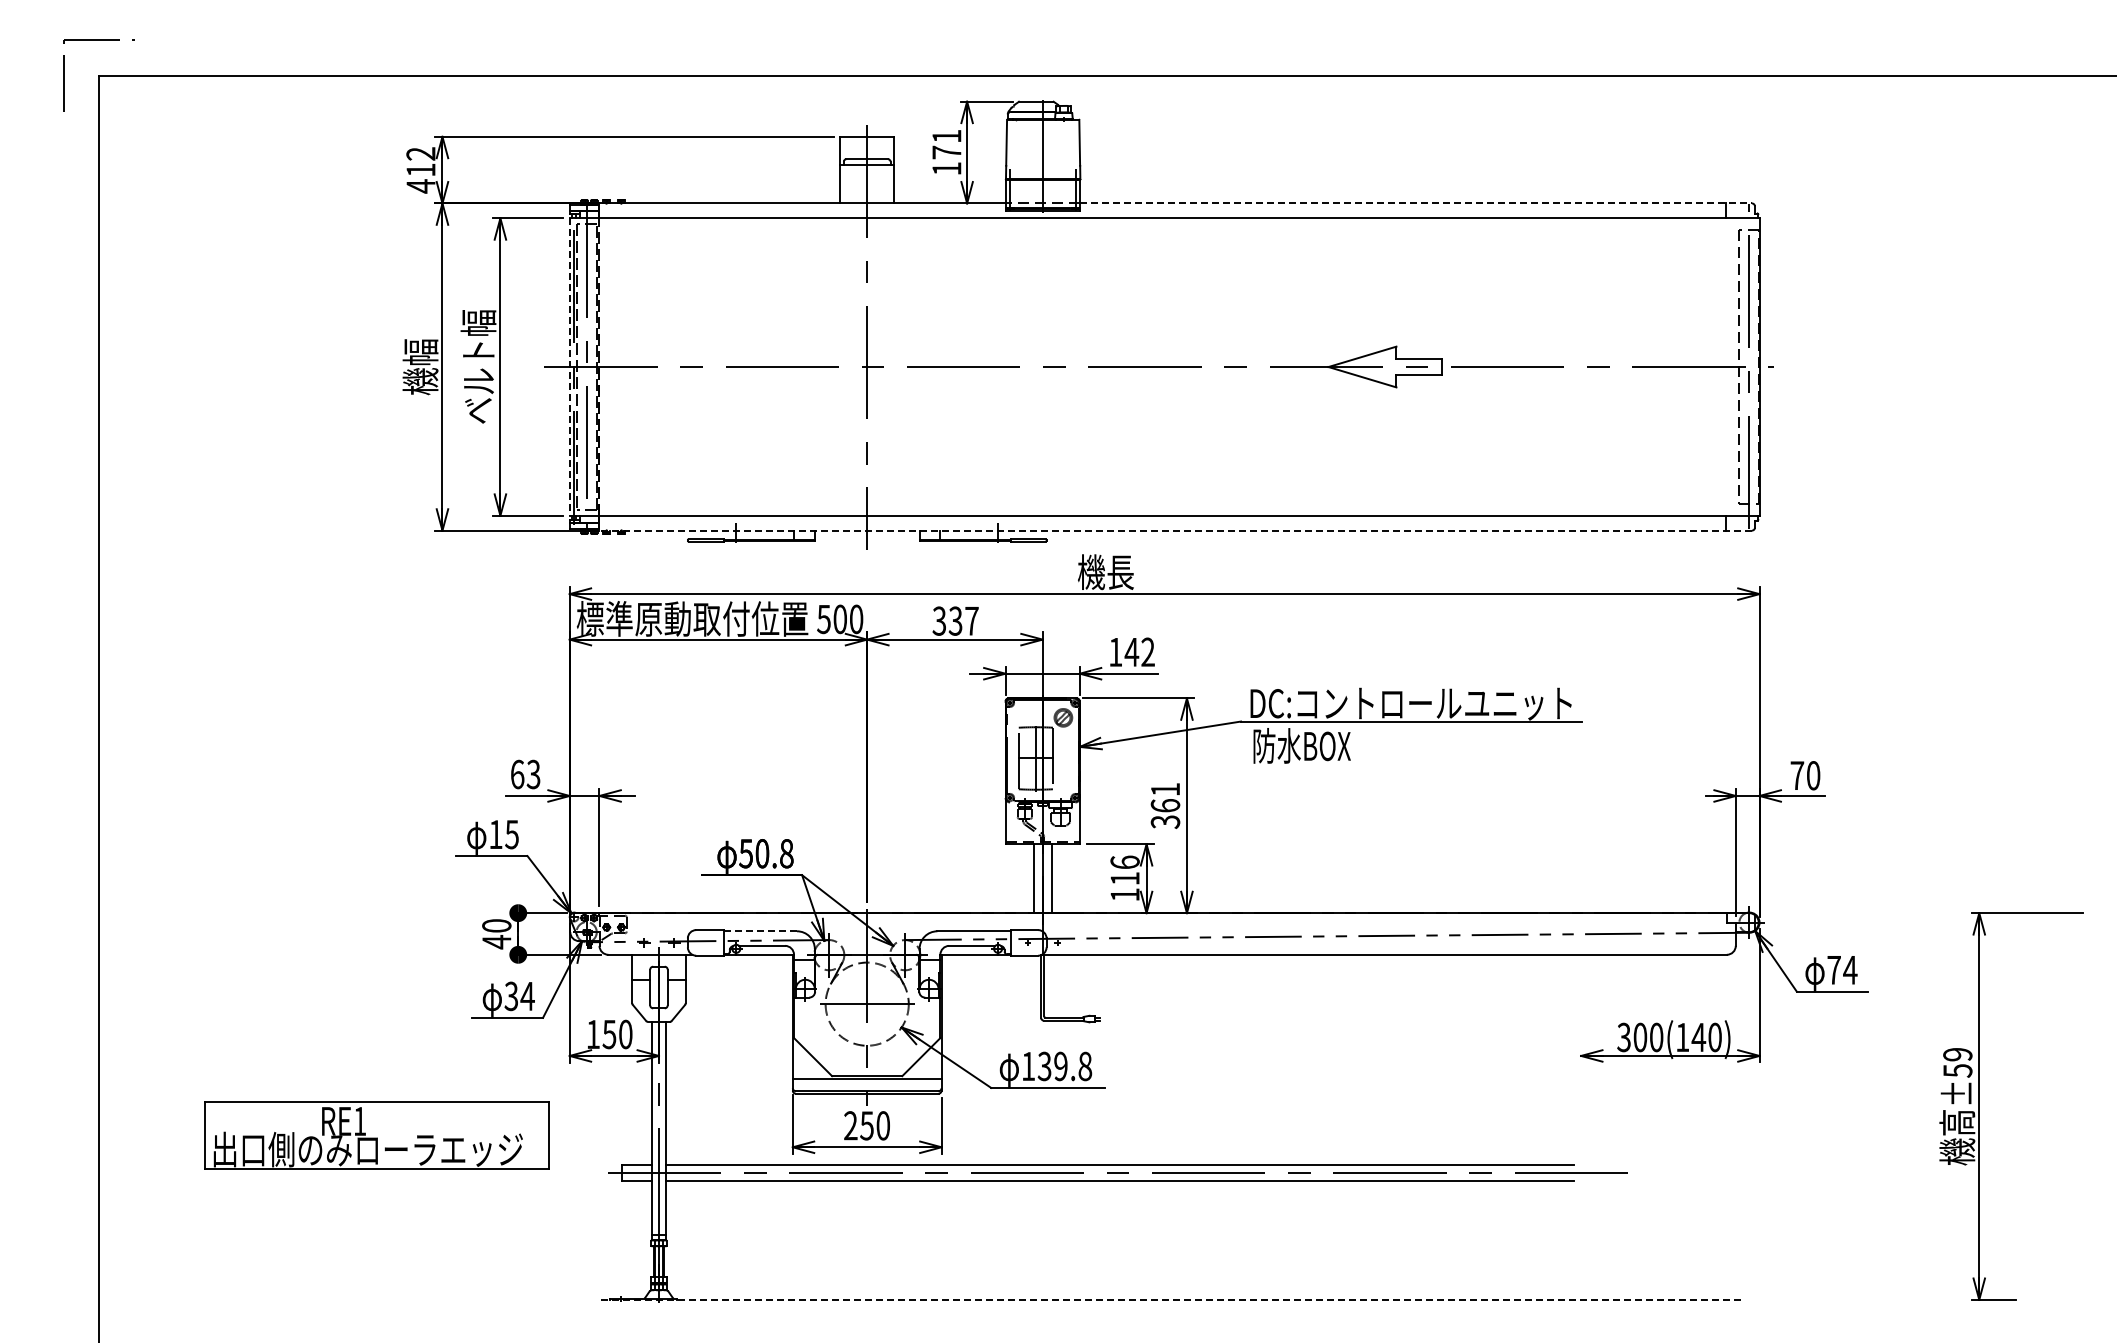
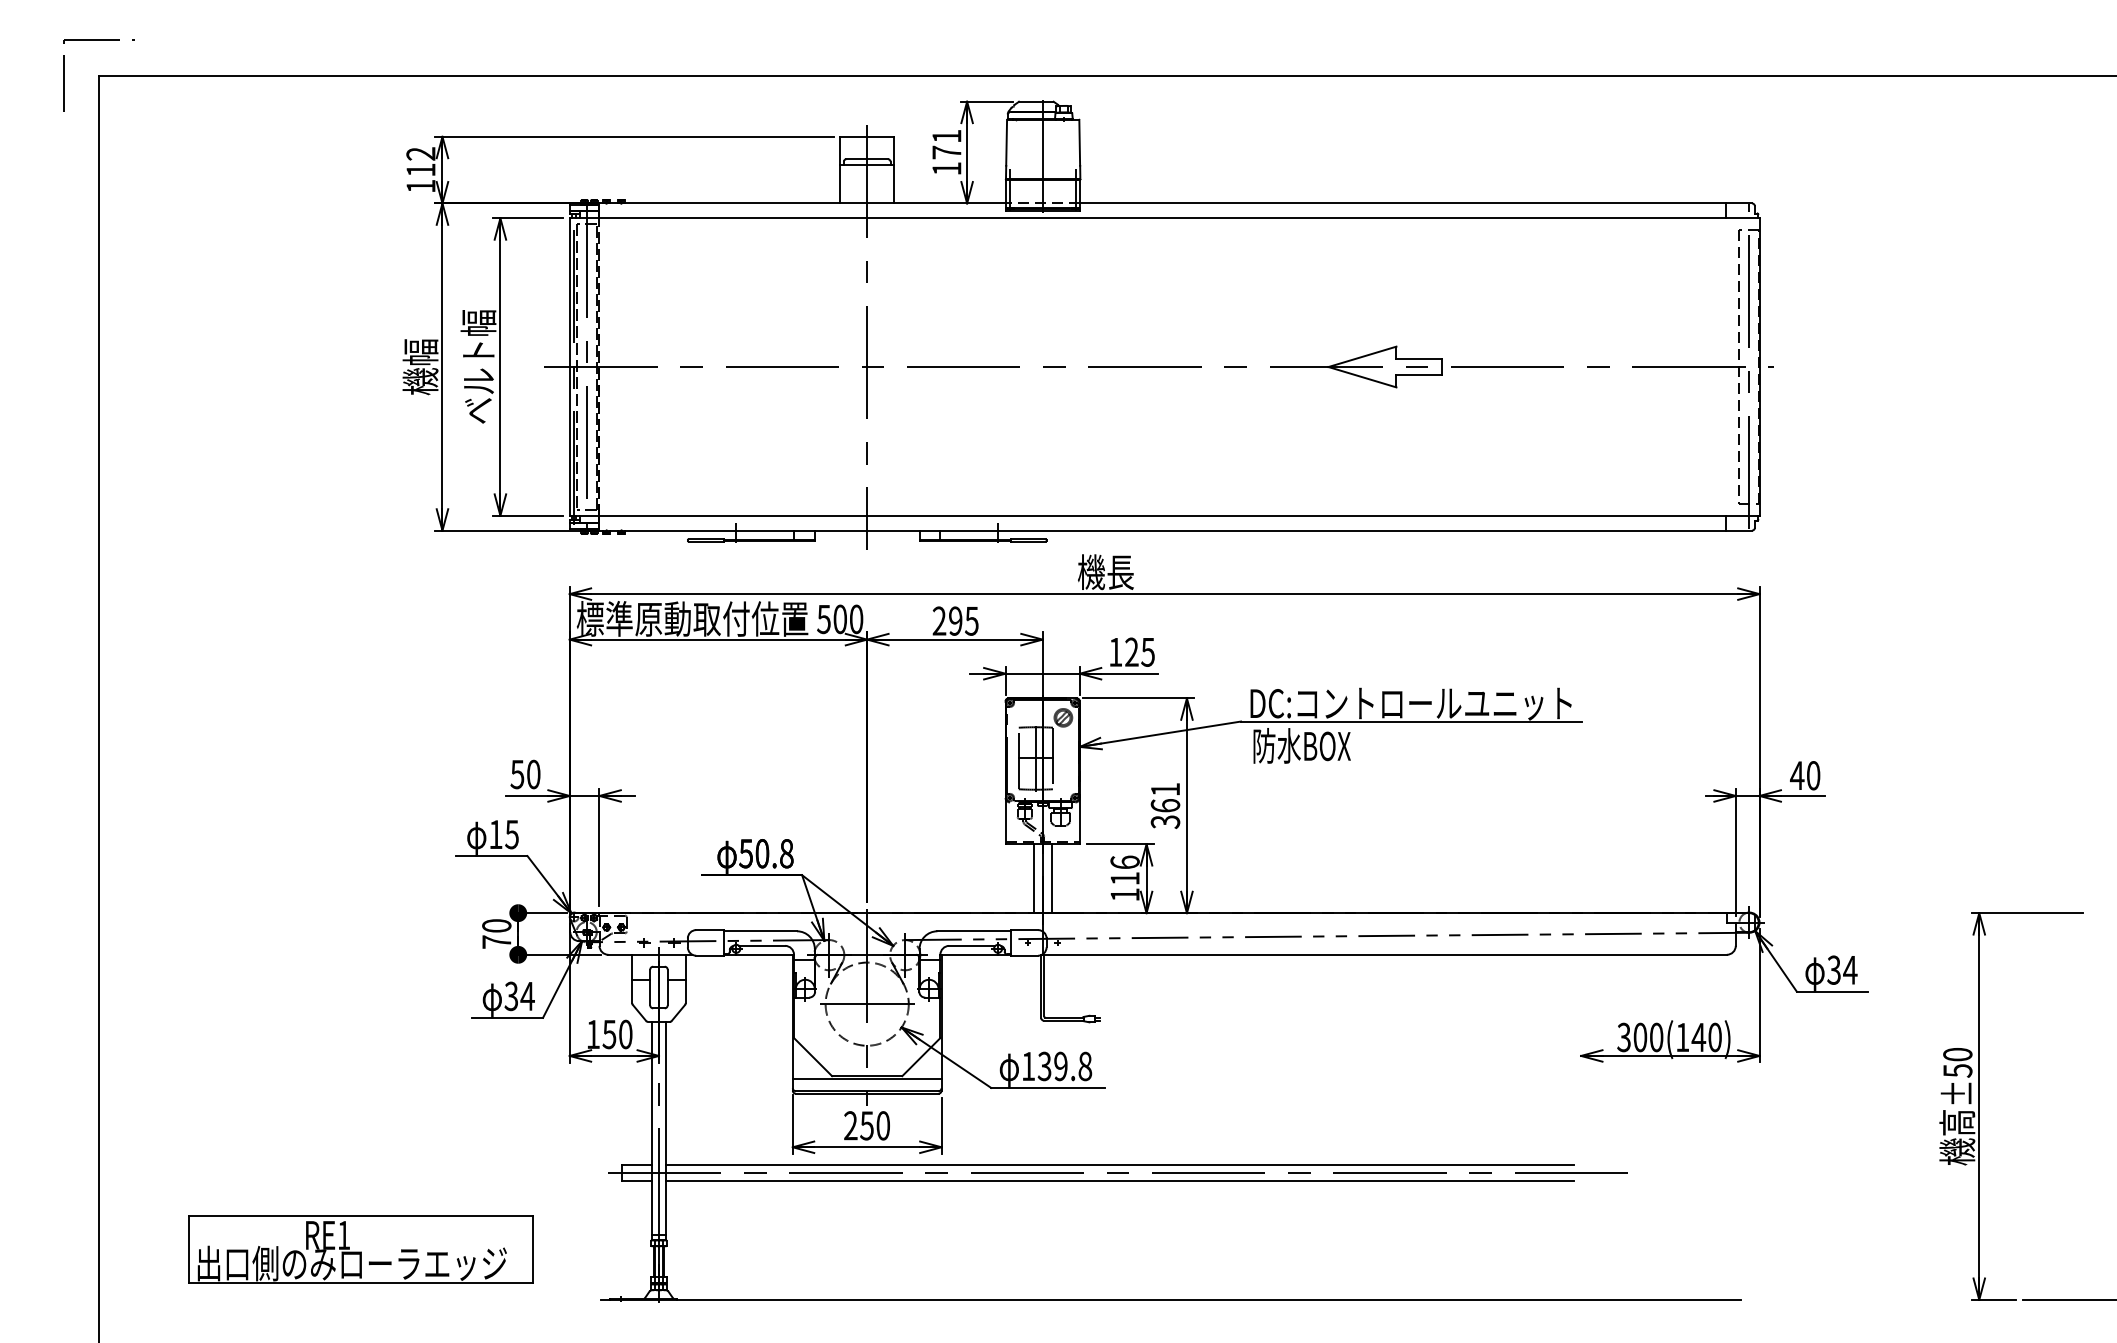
text at (420, 186): 412 -> 112
line at (1416, 203): dashed -> solid
line at (569, 367): dashed -> solid
line at (1175, 530): dashed -> solid
text at (955, 620): 337 -> 295
text at (1139, 651): 142 -> 125
text at (525, 774): 63 -> 50
text at (1797, 775): 70 -> 40
line at (760, 931): dashed -> solid
text at (496, 942): 40 -> 70
text at (1833, 969): 74 -> 34
text at (1957, 1054): ±59 -> ±50
part at (376, 1135) position: (376, 1135) -> (360, 1249)
line at (1171, 1299): dashed -> solid
line at (2068, 1299): none -> present
